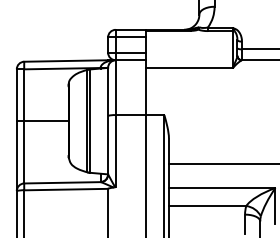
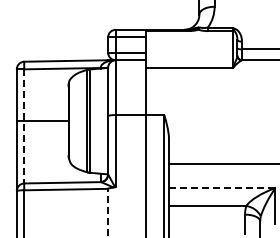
line at (24, 126): solid -> dashed
line at (222, 188): solid -> dashed
line at (108, 212): solid -> dashed
